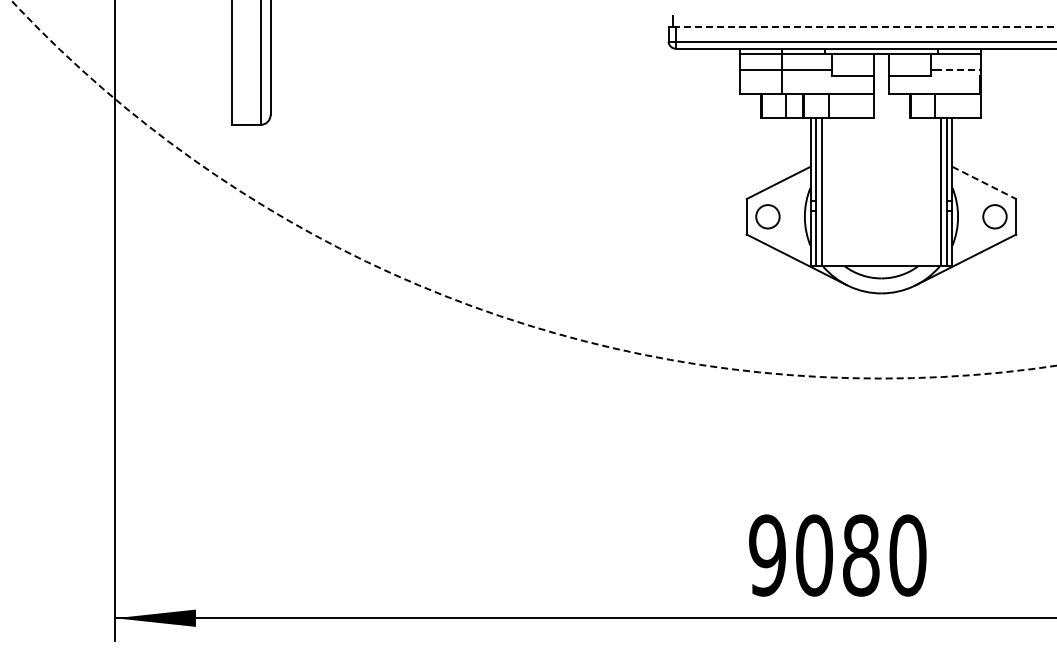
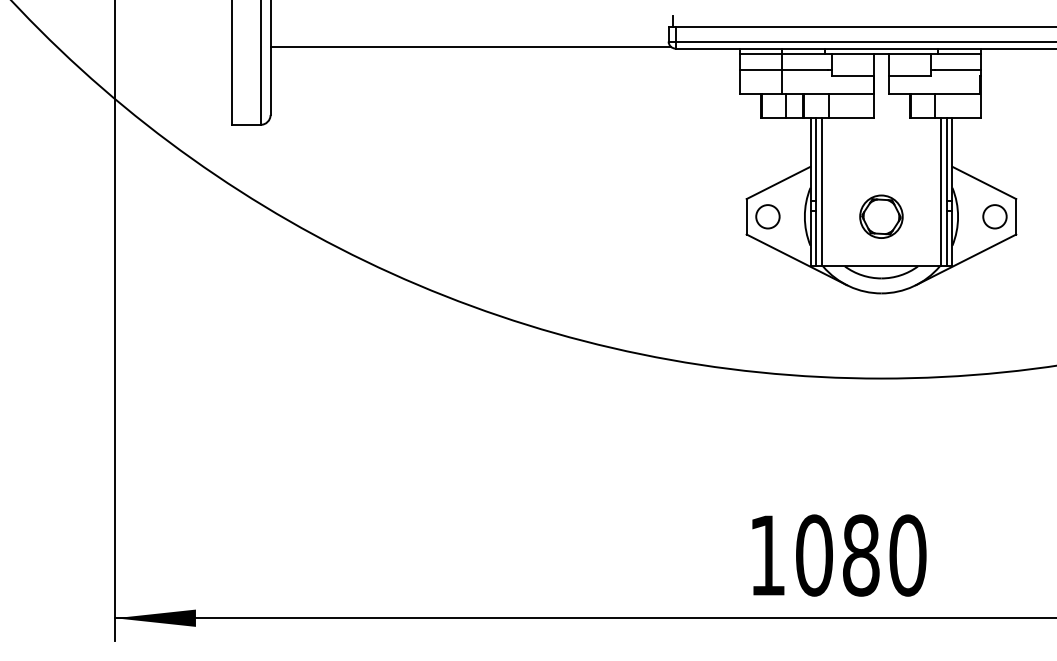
line at (865, 27): dashed -> solid
line at (470, 46): none -> present
line at (958, 69): dashed -> solid
line at (984, 182): dashed -> solid
circle at (533, 189): dashed -> solid
part at (881, 216): none -> present
text at (767, 555): 9080 -> 1080
